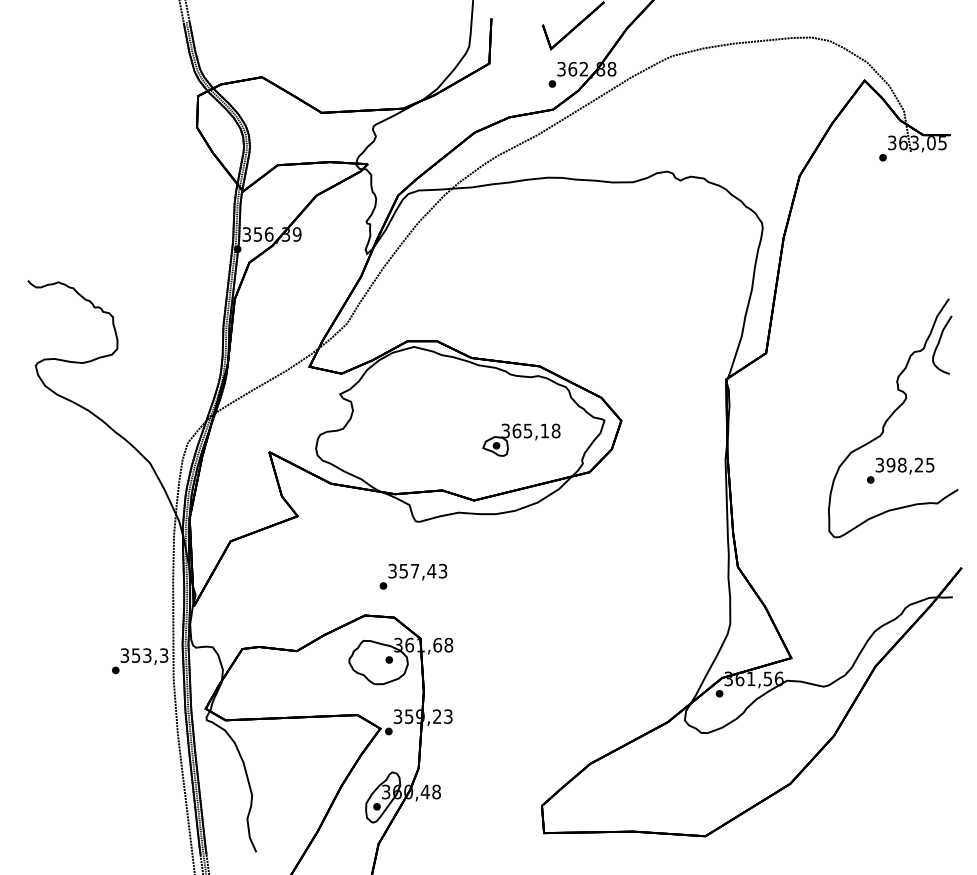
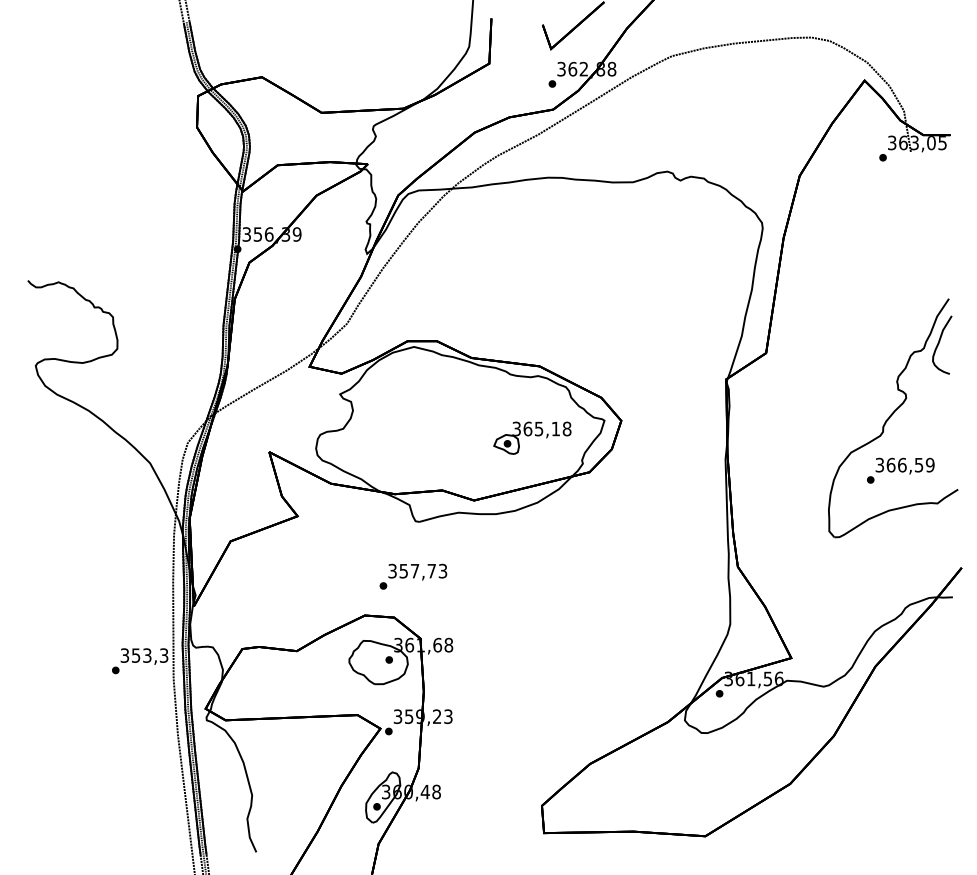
part at (521, 439) position: (521, 439) -> (532, 437)
text at (910, 464): 398,25 -> 366,59
text at (431, 571): 357,43 -> 357,73
